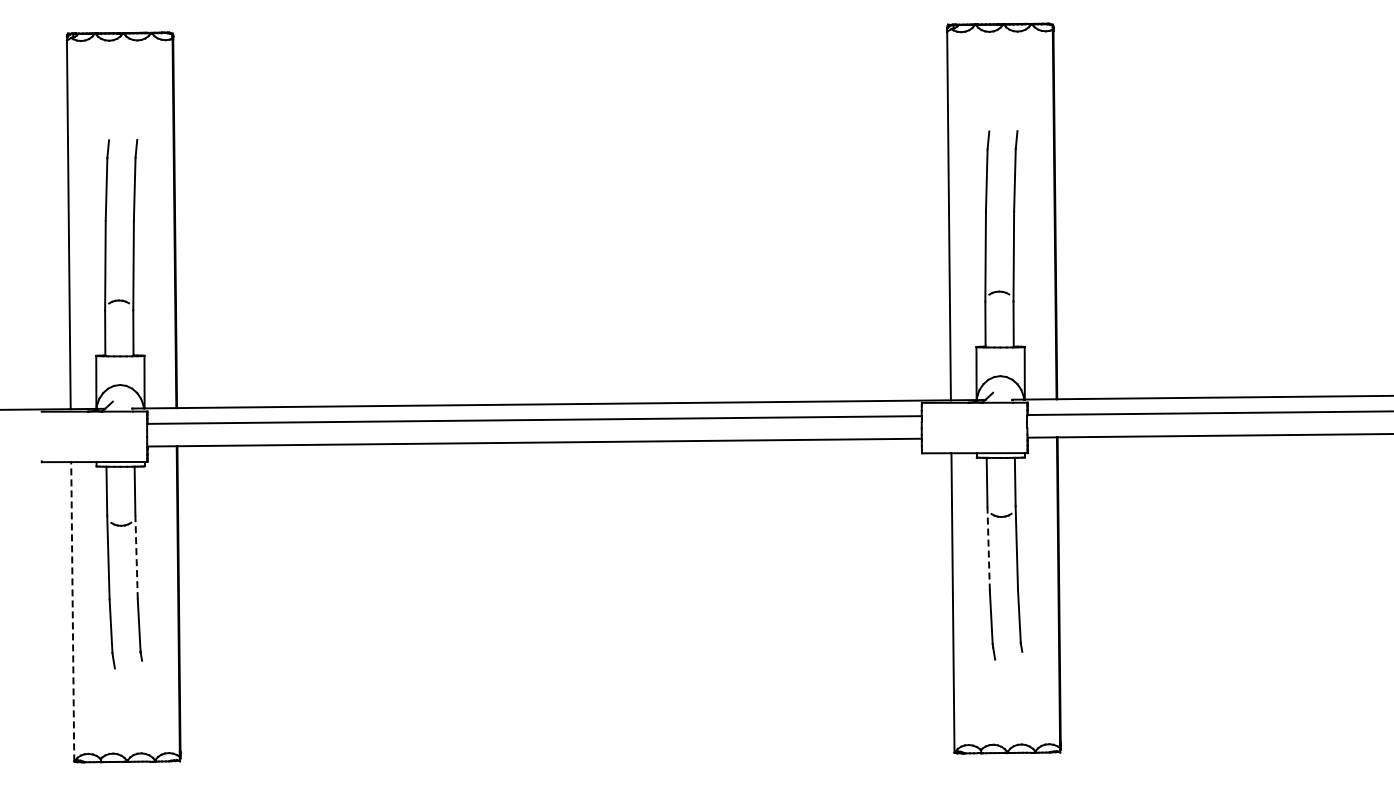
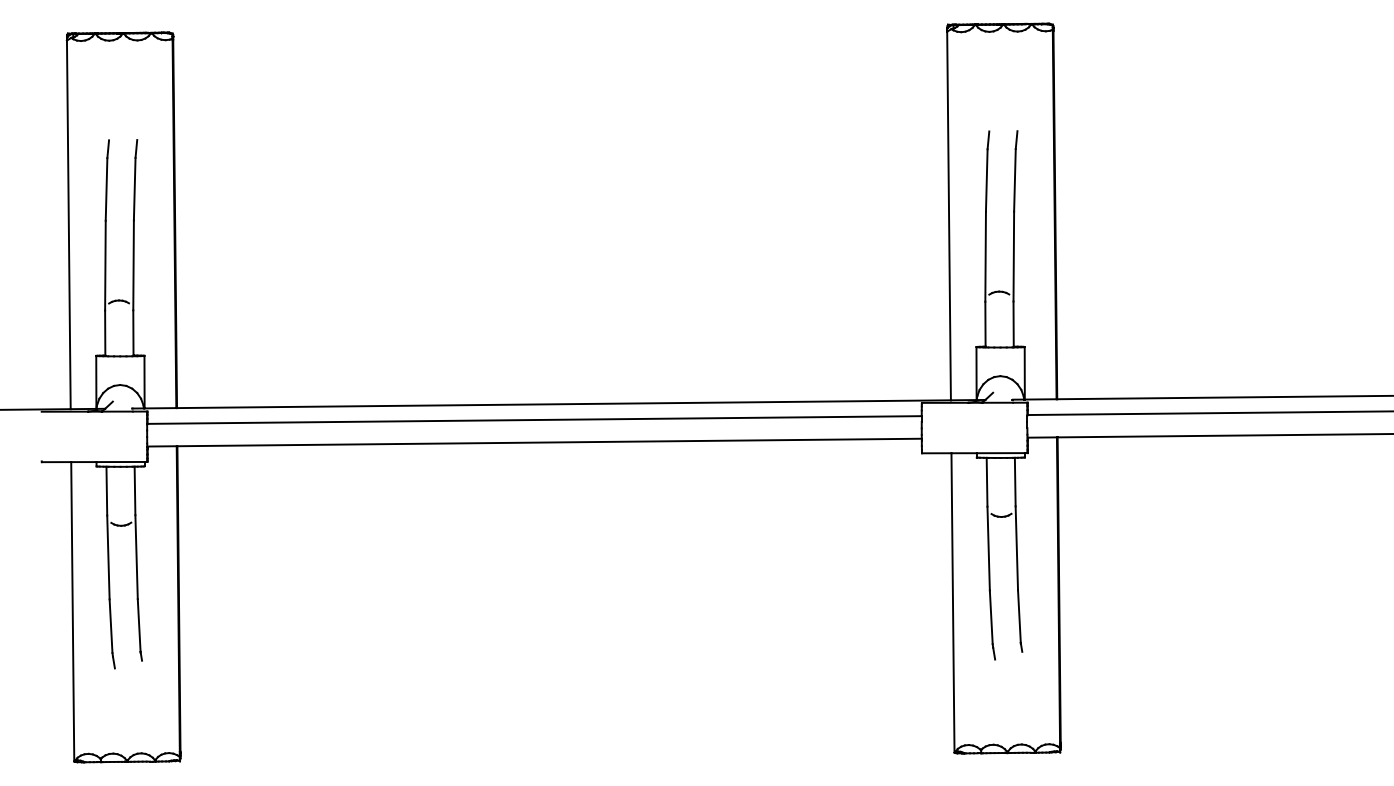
line at (988, 548): dashed -> solid
line at (136, 557): dashed -> solid
line at (72, 611): dashed -> solid
